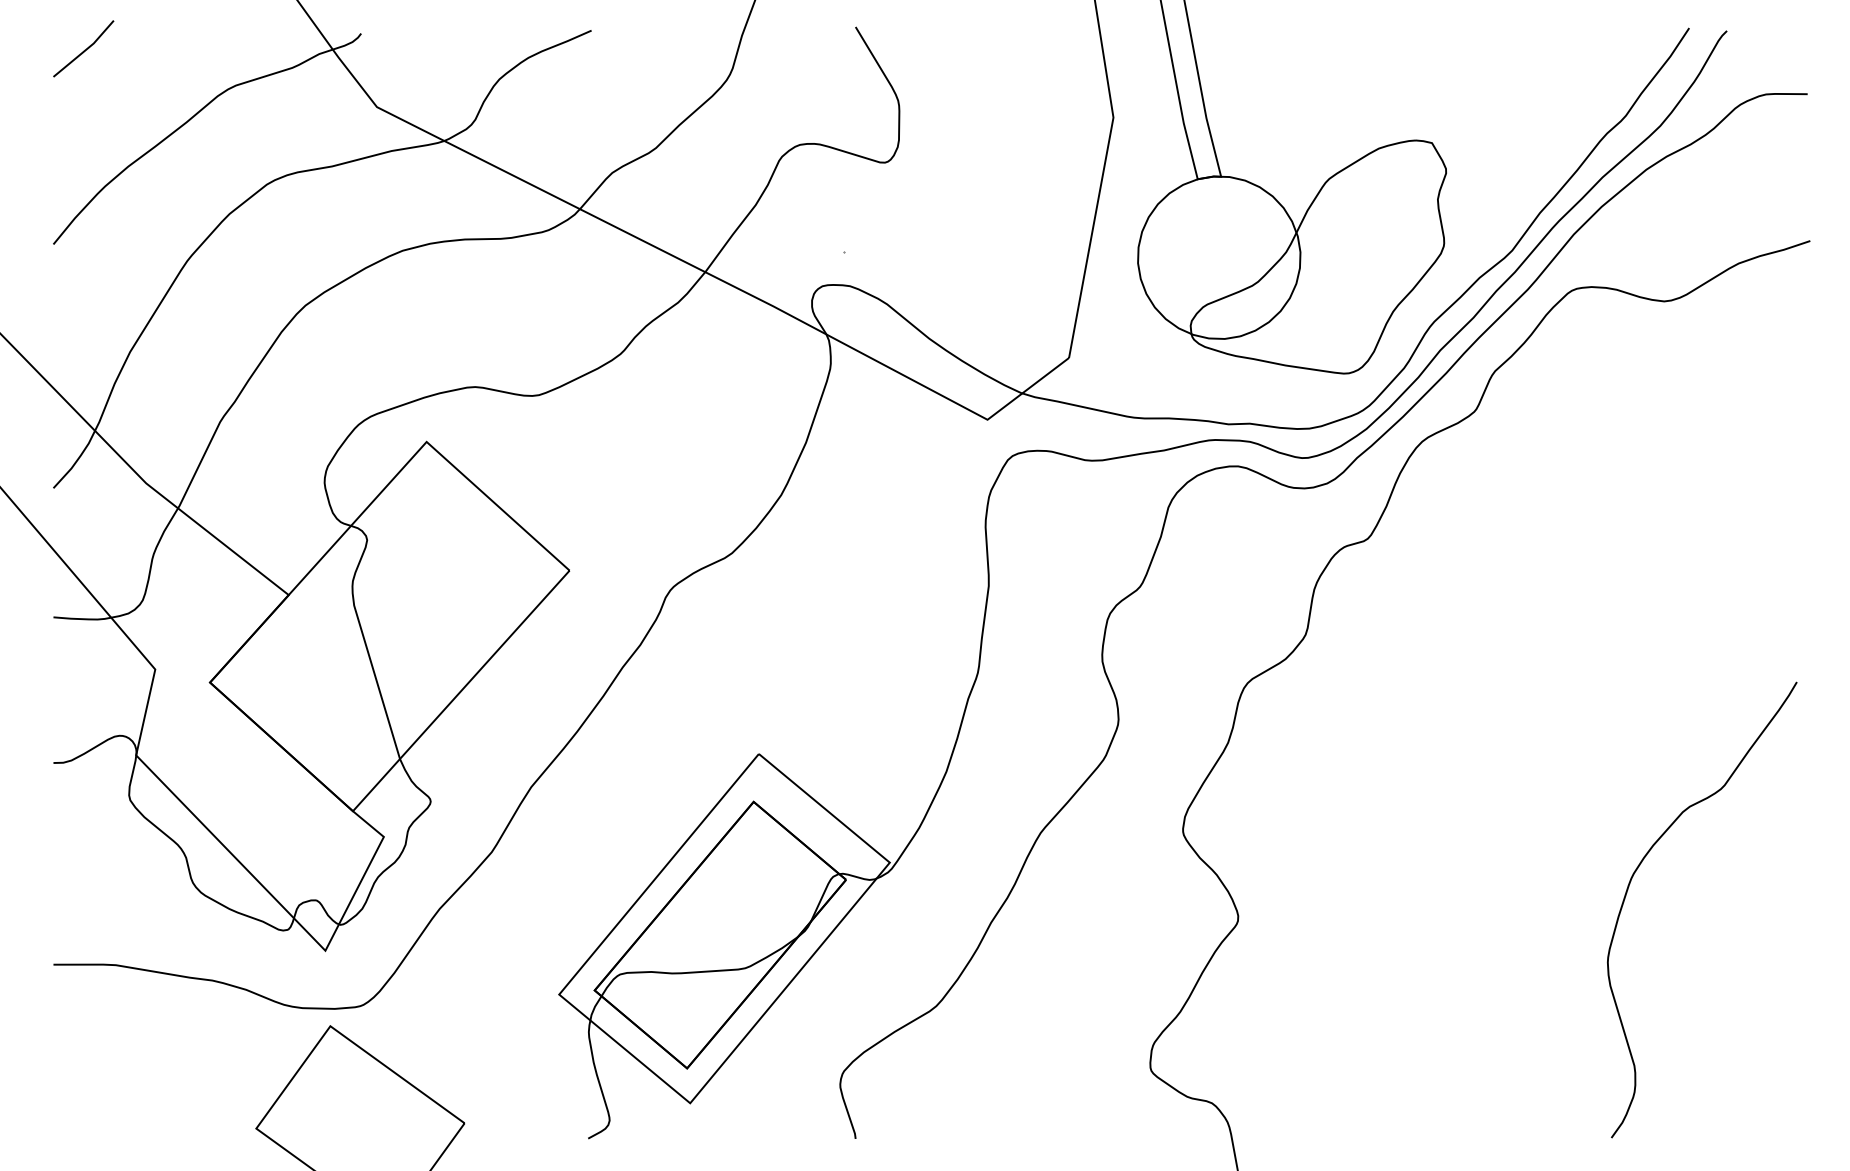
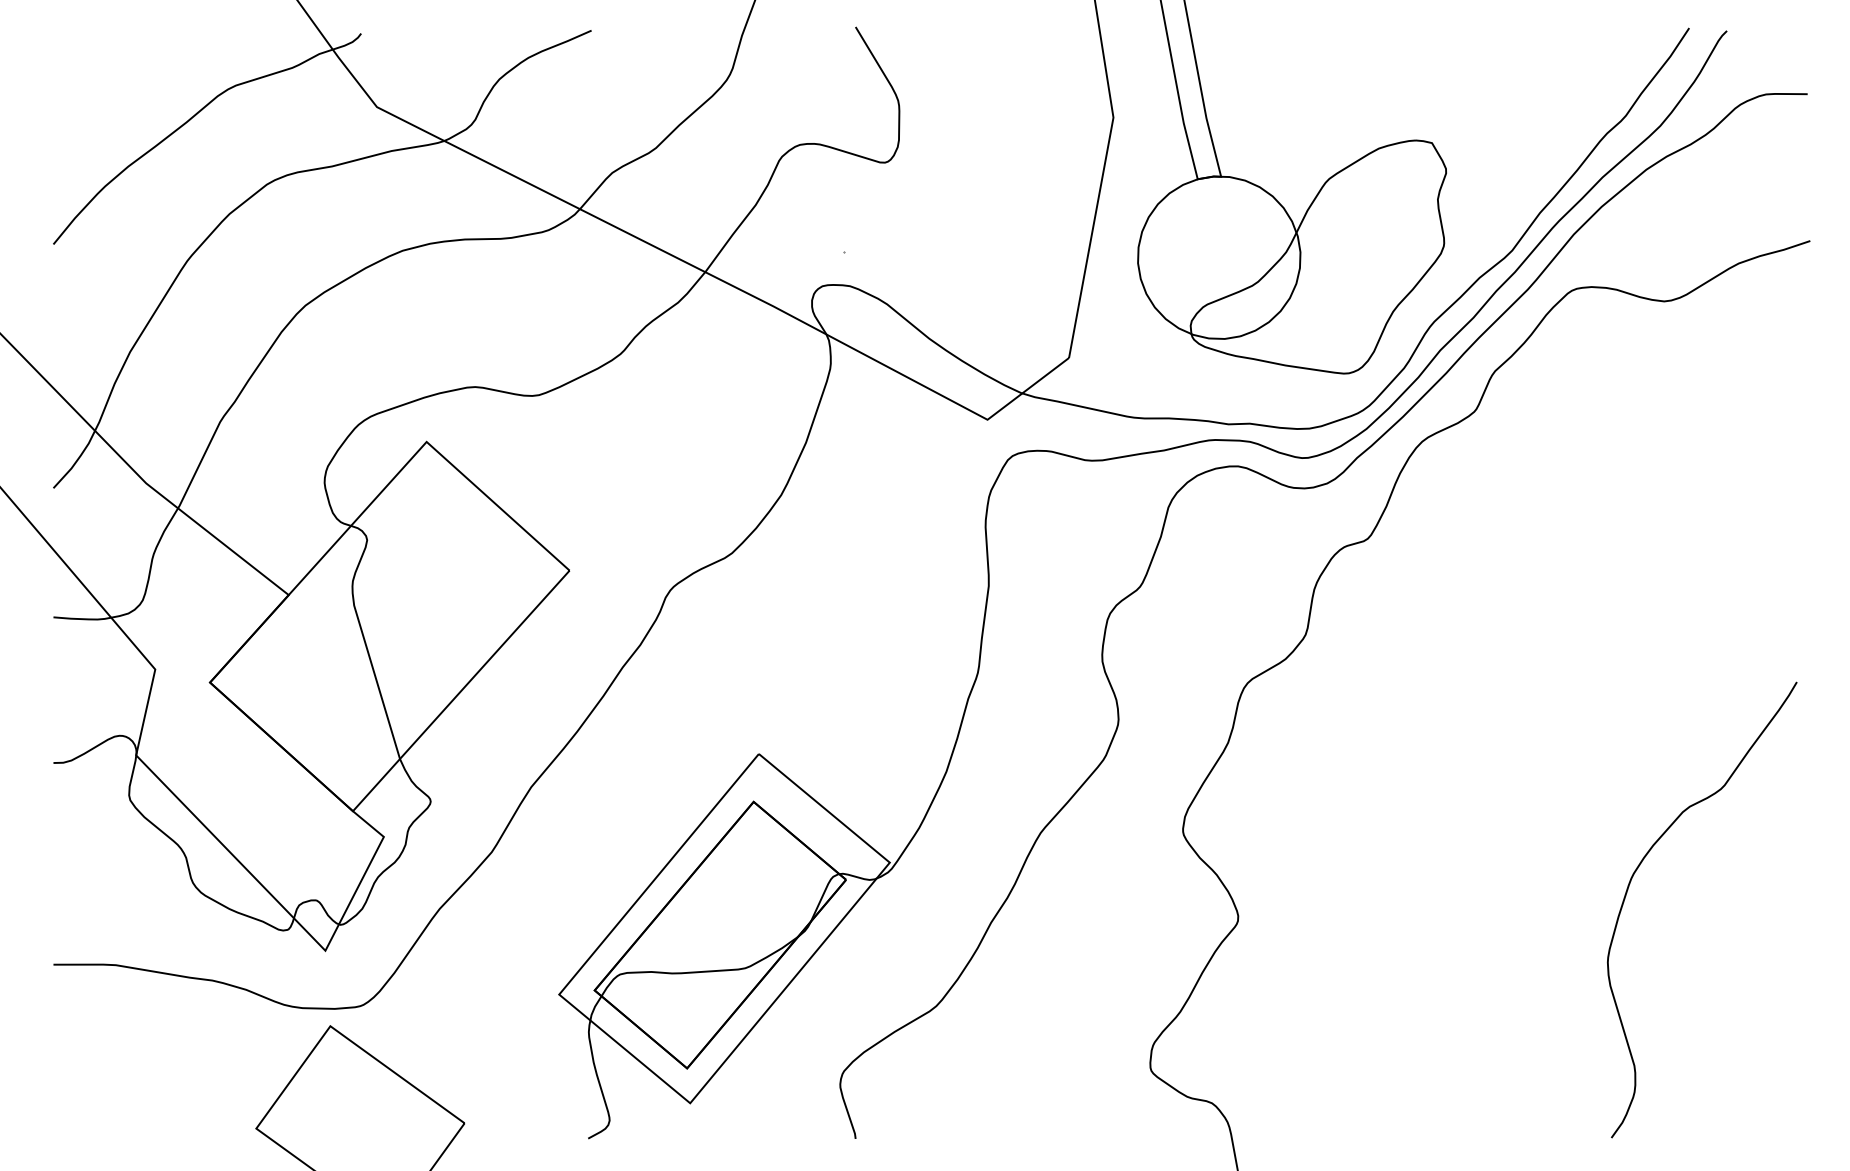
line at (84, 49): present -> none
